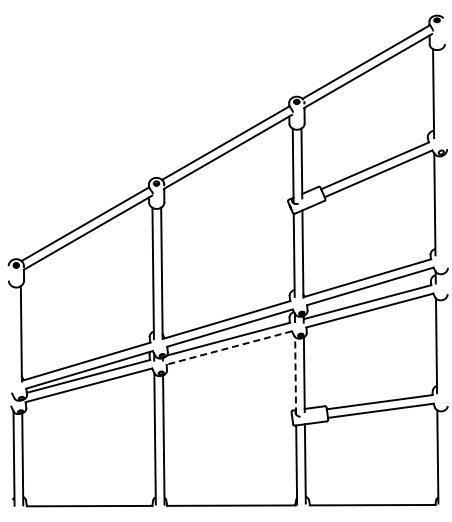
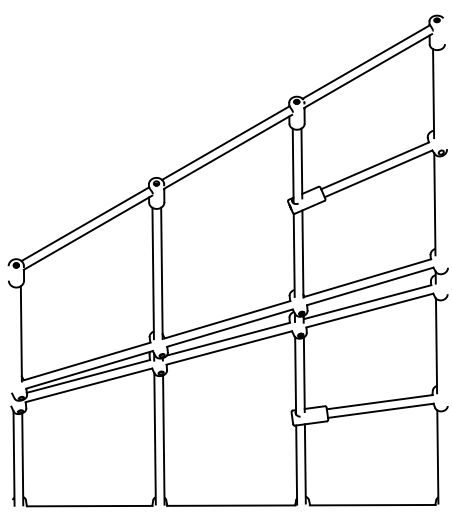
line at (229, 347): dashed -> solid
line at (295, 375): dashed -> solid
